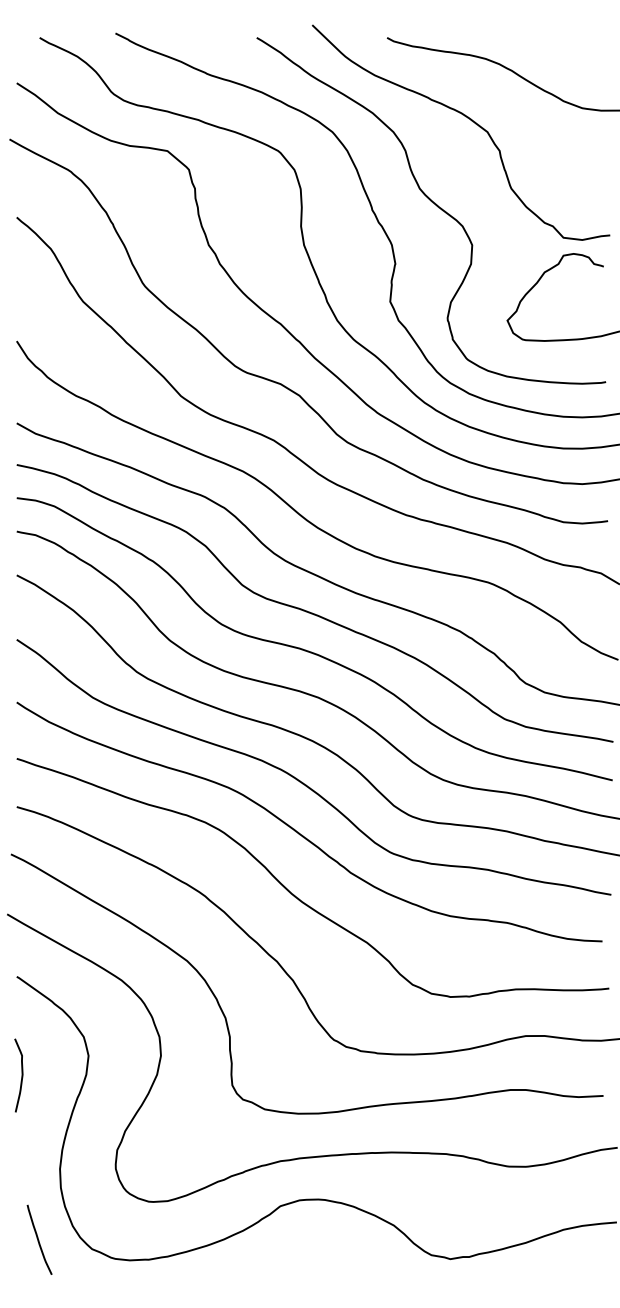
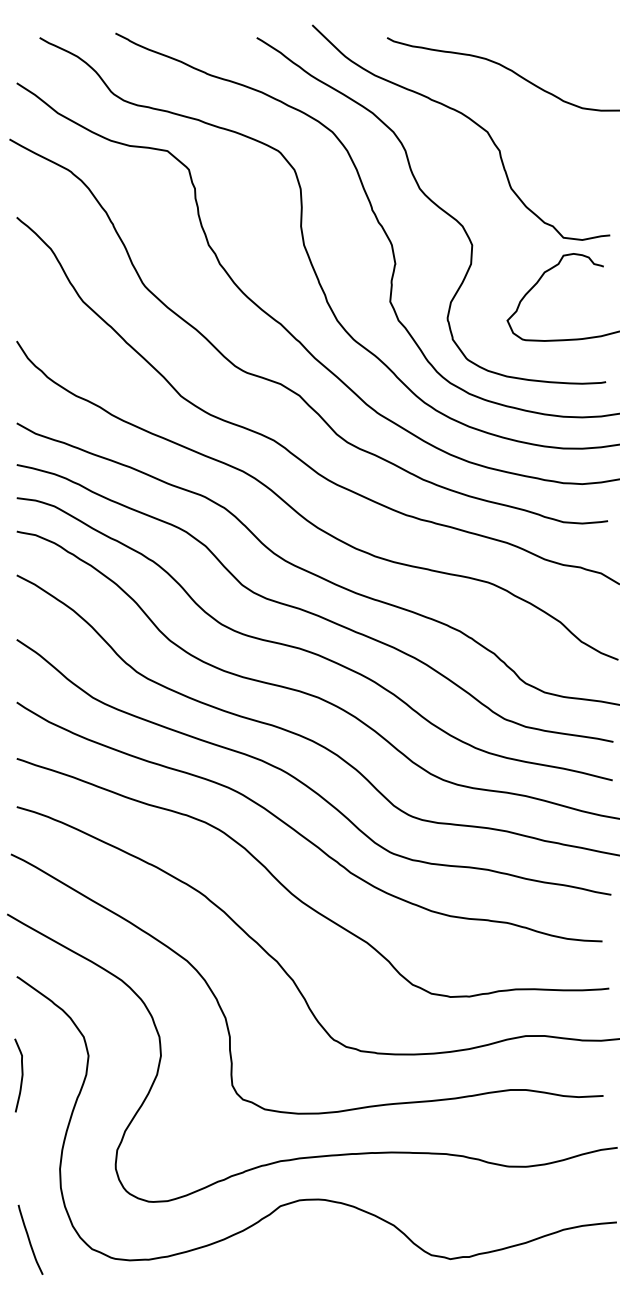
curve at (38, 1239) position: (38, 1239) -> (29, 1239)
